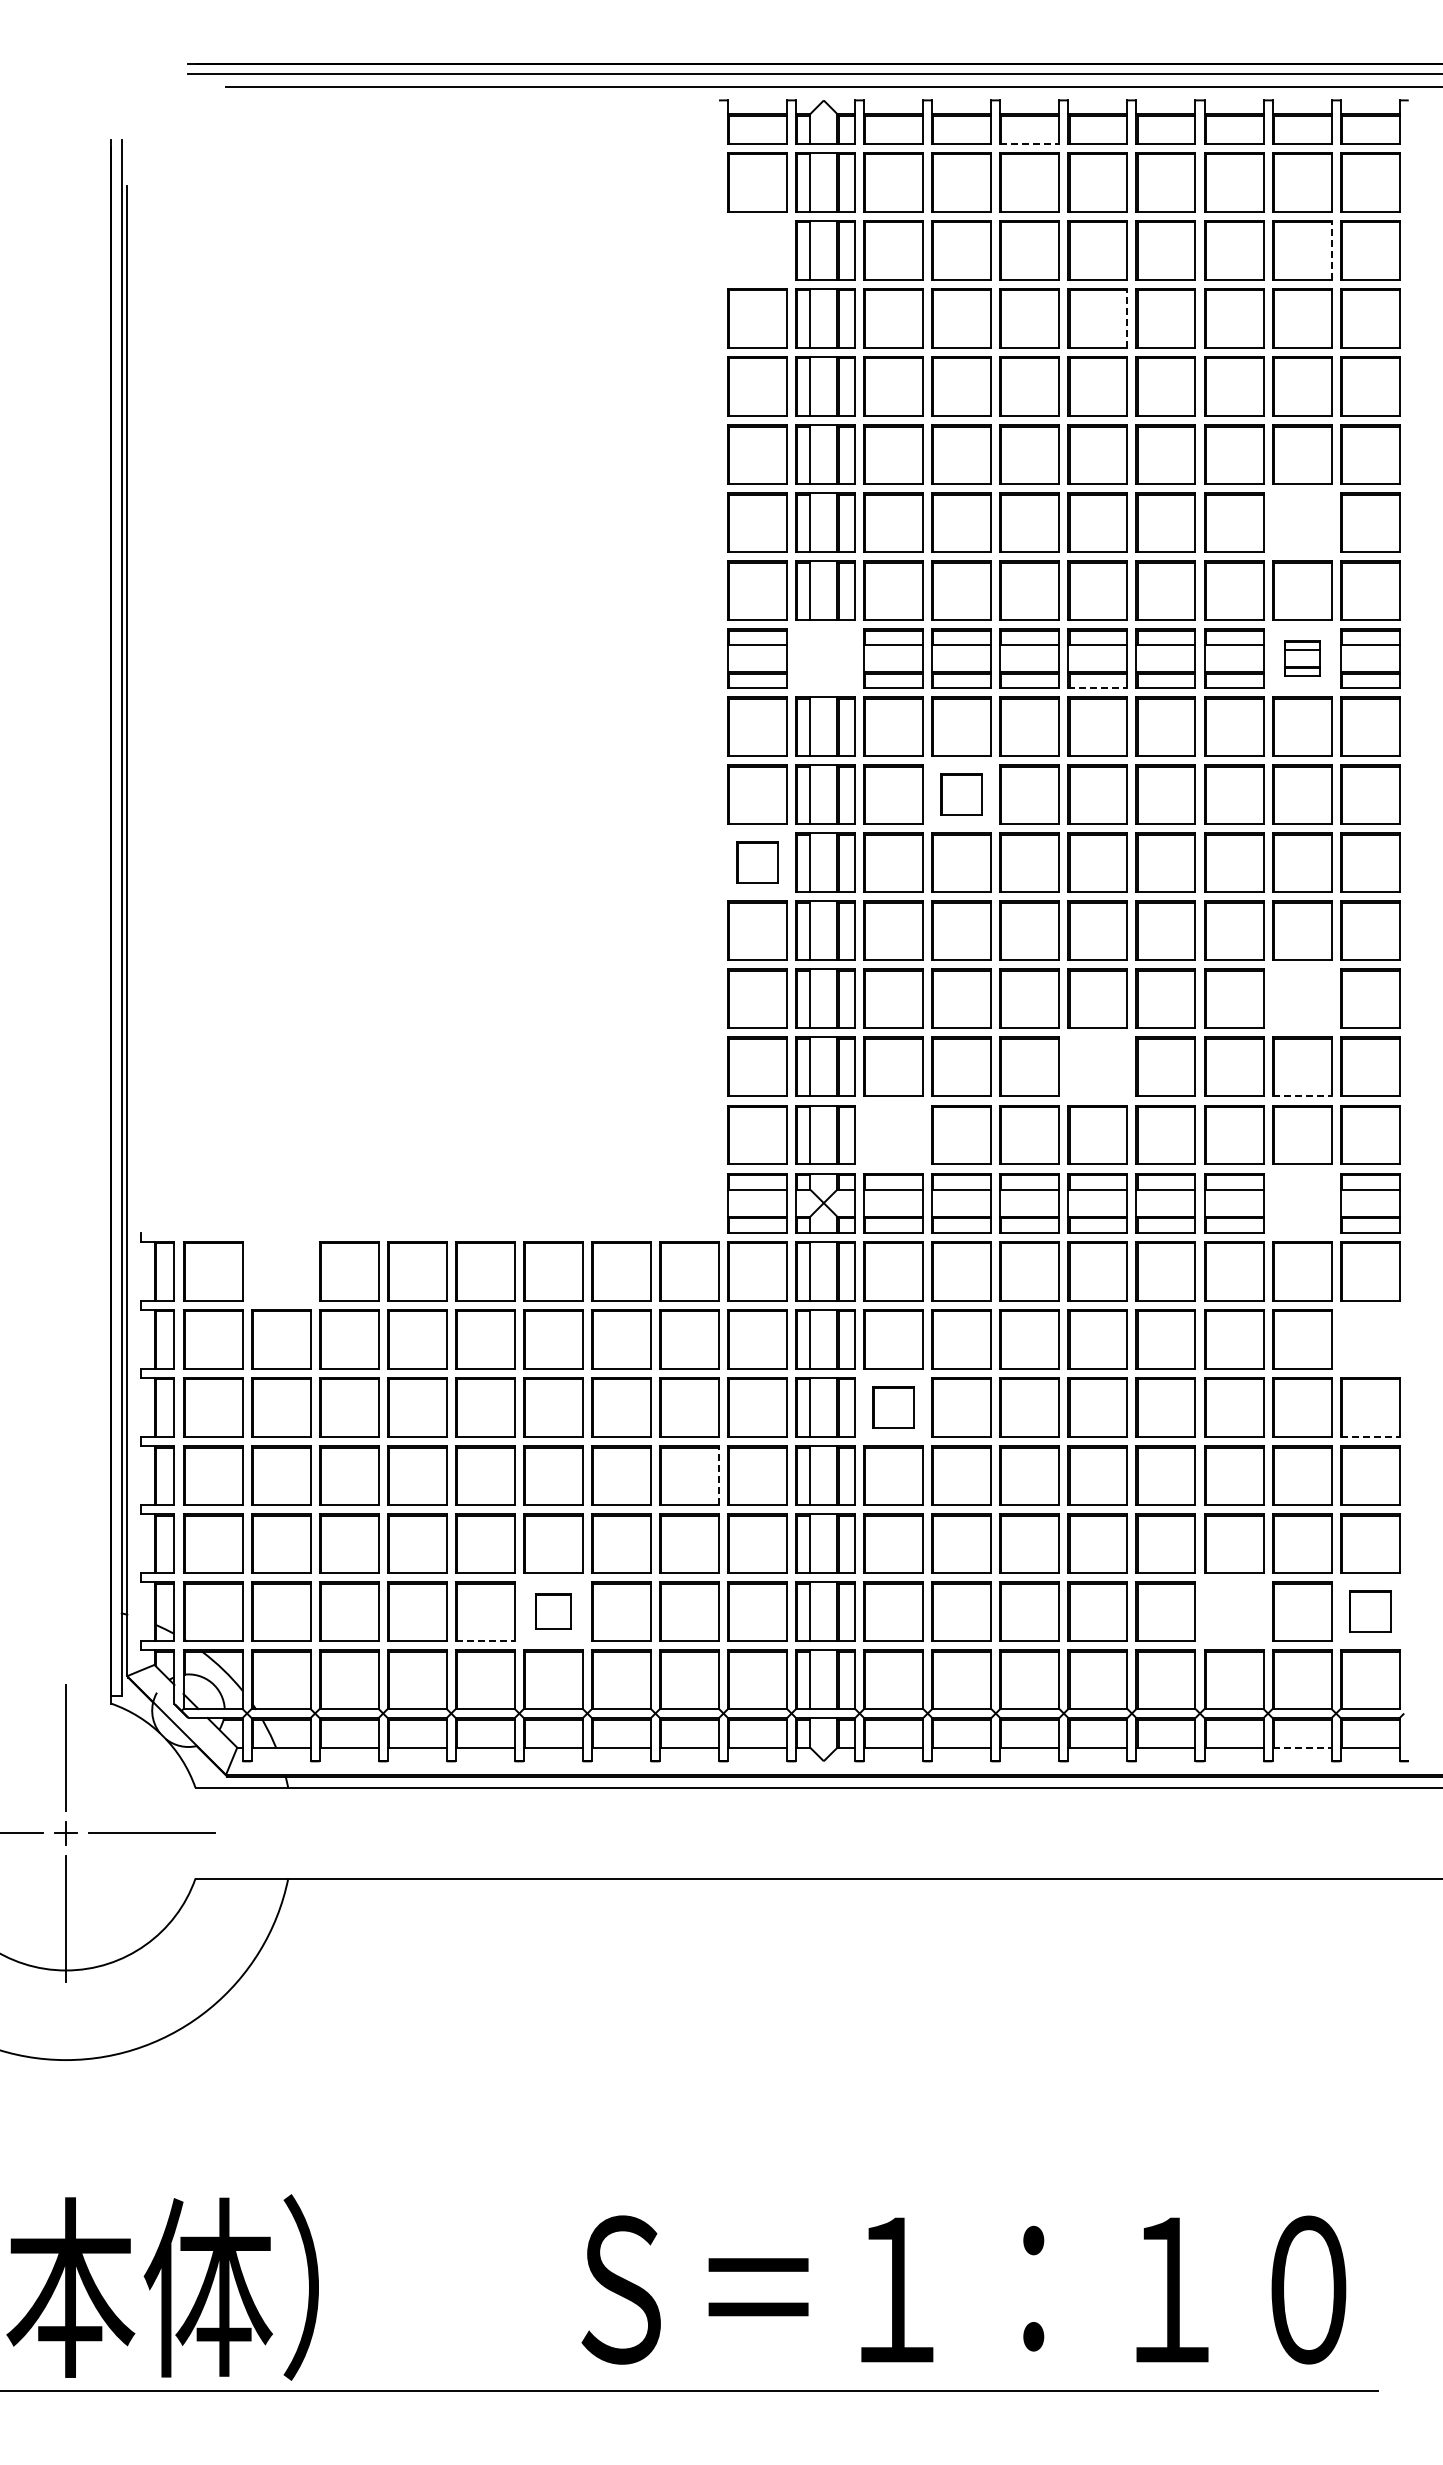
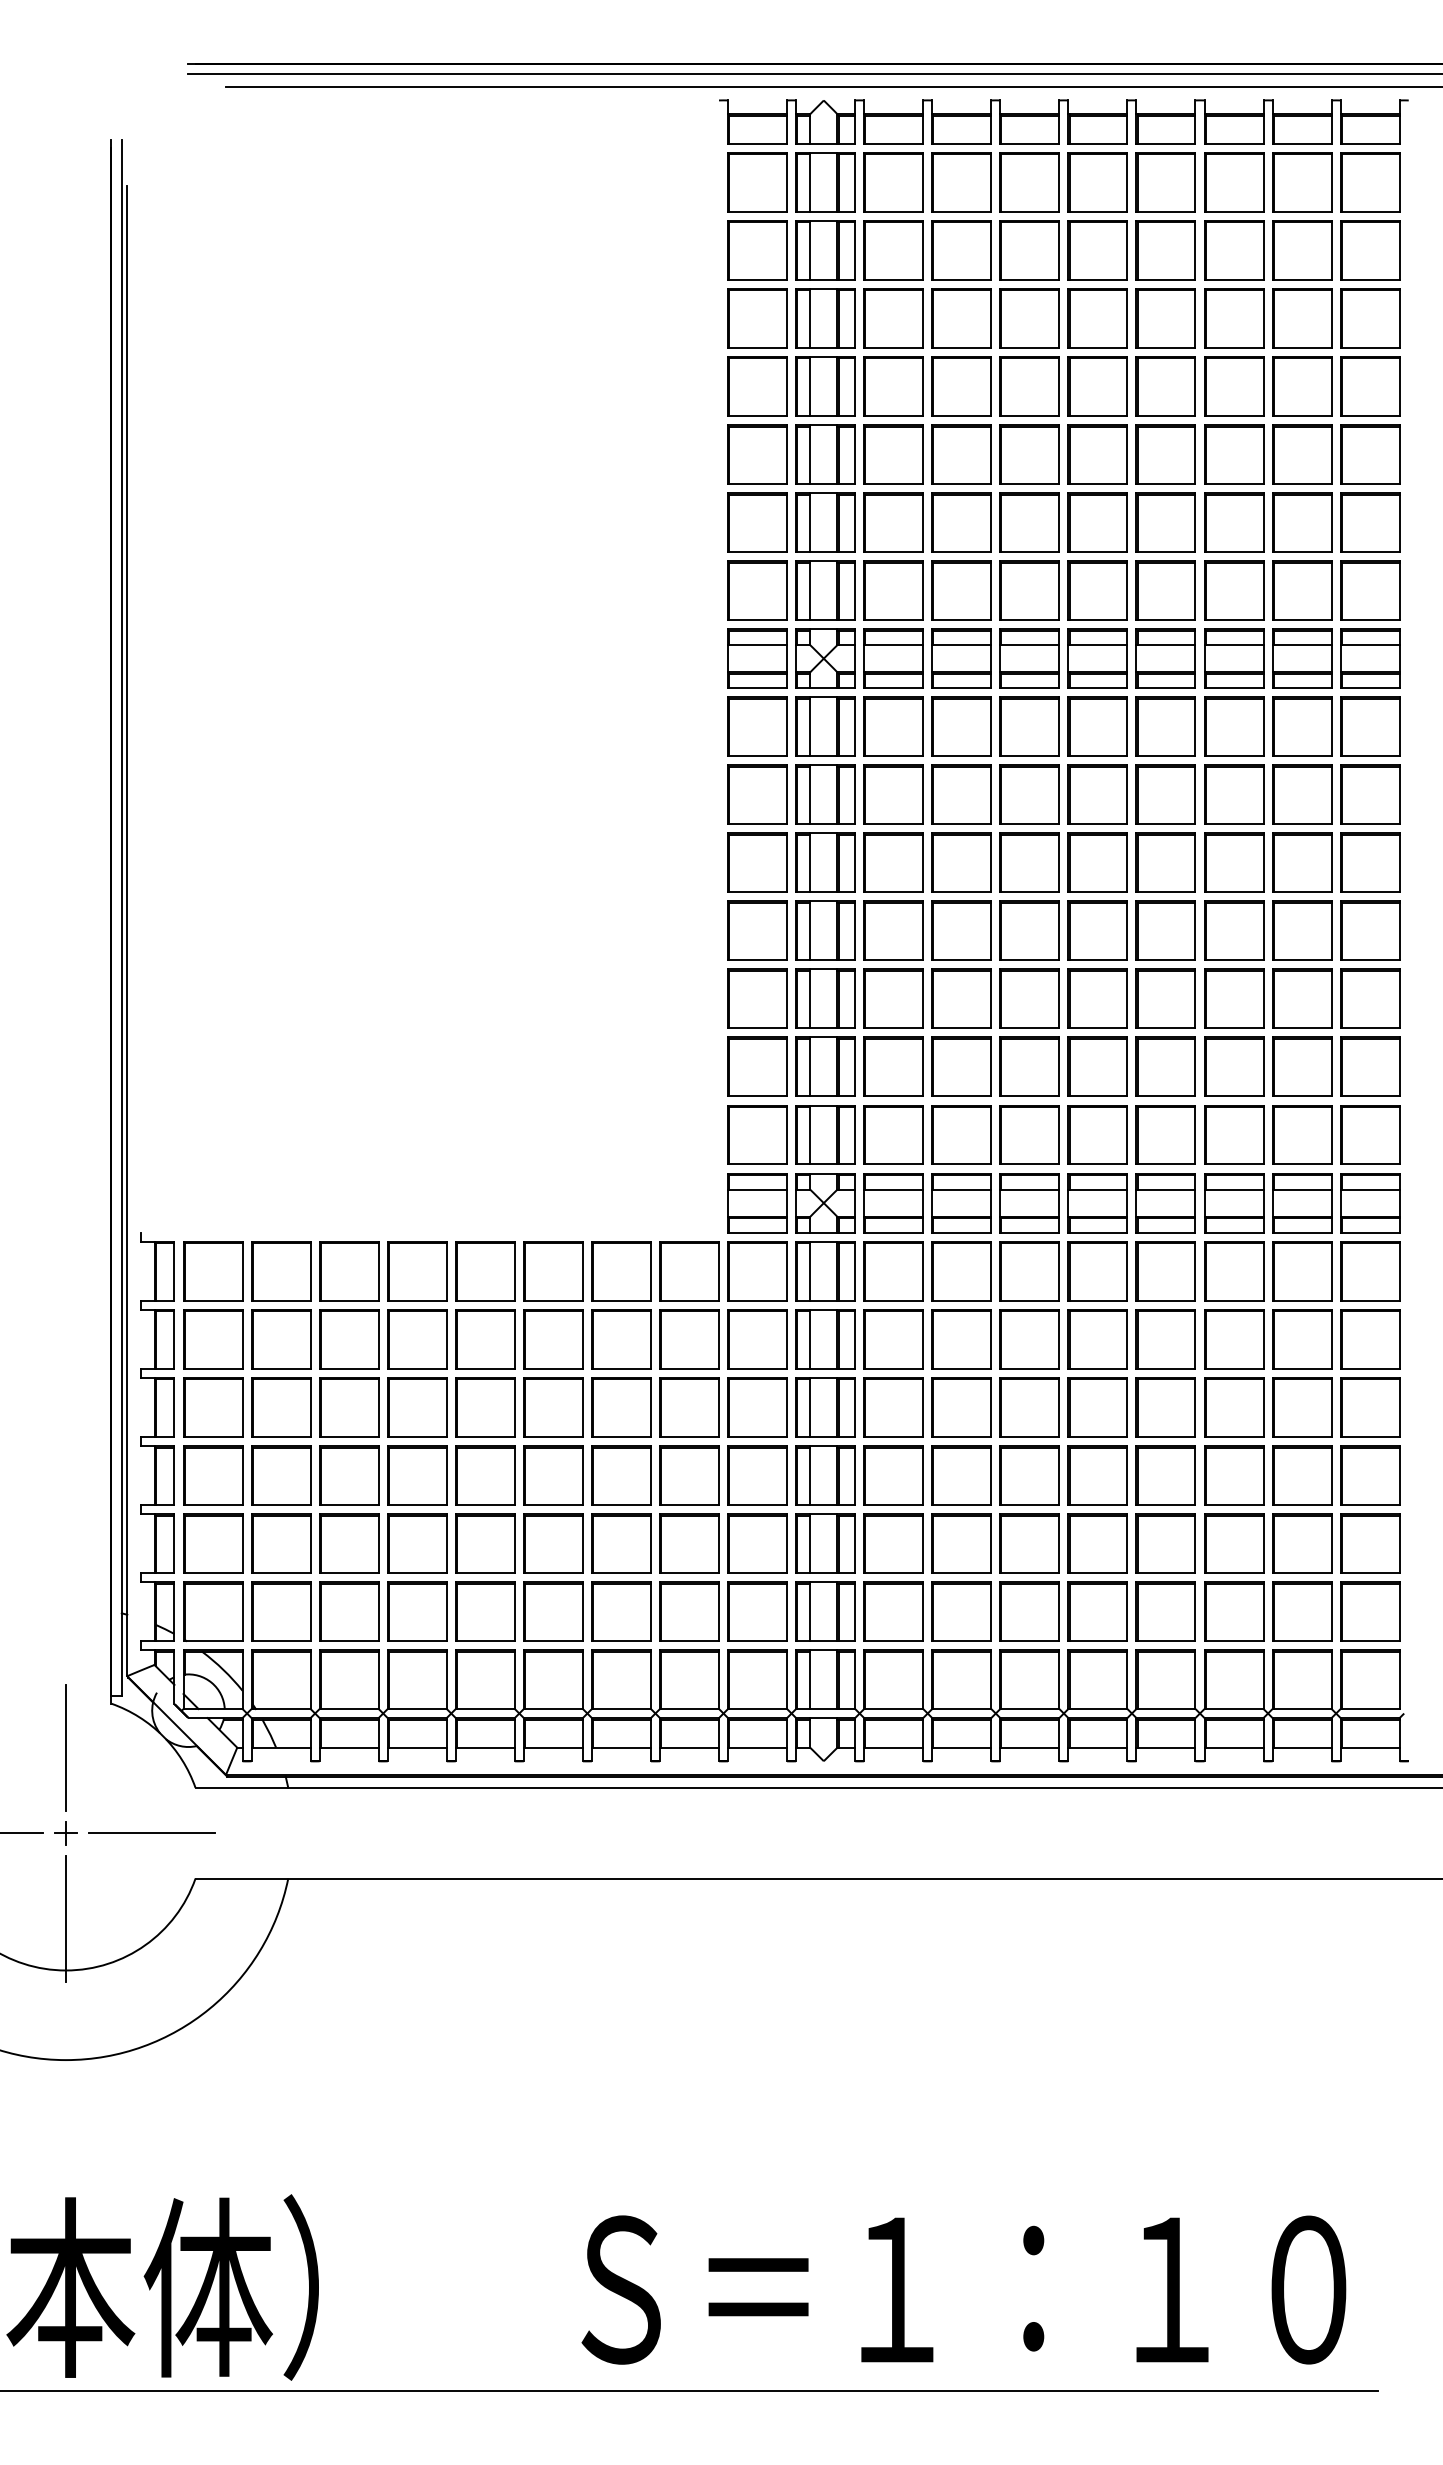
line at (1030, 143): dashed -> solid
line at (1331, 249): dashed -> solid
part at (757, 250): none -> present
line at (1127, 317): dashed -> solid
part at (1302, 522): none -> present
part at (825, 658): none -> present
part at (1302, 658) size: 37x37 px -> 61x61 px
line at (1098, 688): dashed -> solid
part at (961, 794) size: 43x43 px -> 61x61 px
part at (757, 862) size: 43x43 px -> 61x61 px
part at (1302, 998): none -> present
part at (1097, 1066): none -> present
line at (1302, 1096): dashed -> solid
part at (893, 1134): none -> present
part at (1302, 1203): none -> present
part at (281, 1271): none -> present
part at (1370, 1339): none -> present
part at (893, 1407) size: 43x43 px -> 61x61 px
line at (1370, 1436): dashed -> solid
line at (719, 1474): dashed -> solid
part at (553, 1611) size: 37x37 px -> 61x61 px
part at (1234, 1611): none -> present
part at (1370, 1611) size: 43x43 px -> 61x61 px
line at (485, 1640): dashed -> solid
line at (1302, 1747): dashed -> solid
